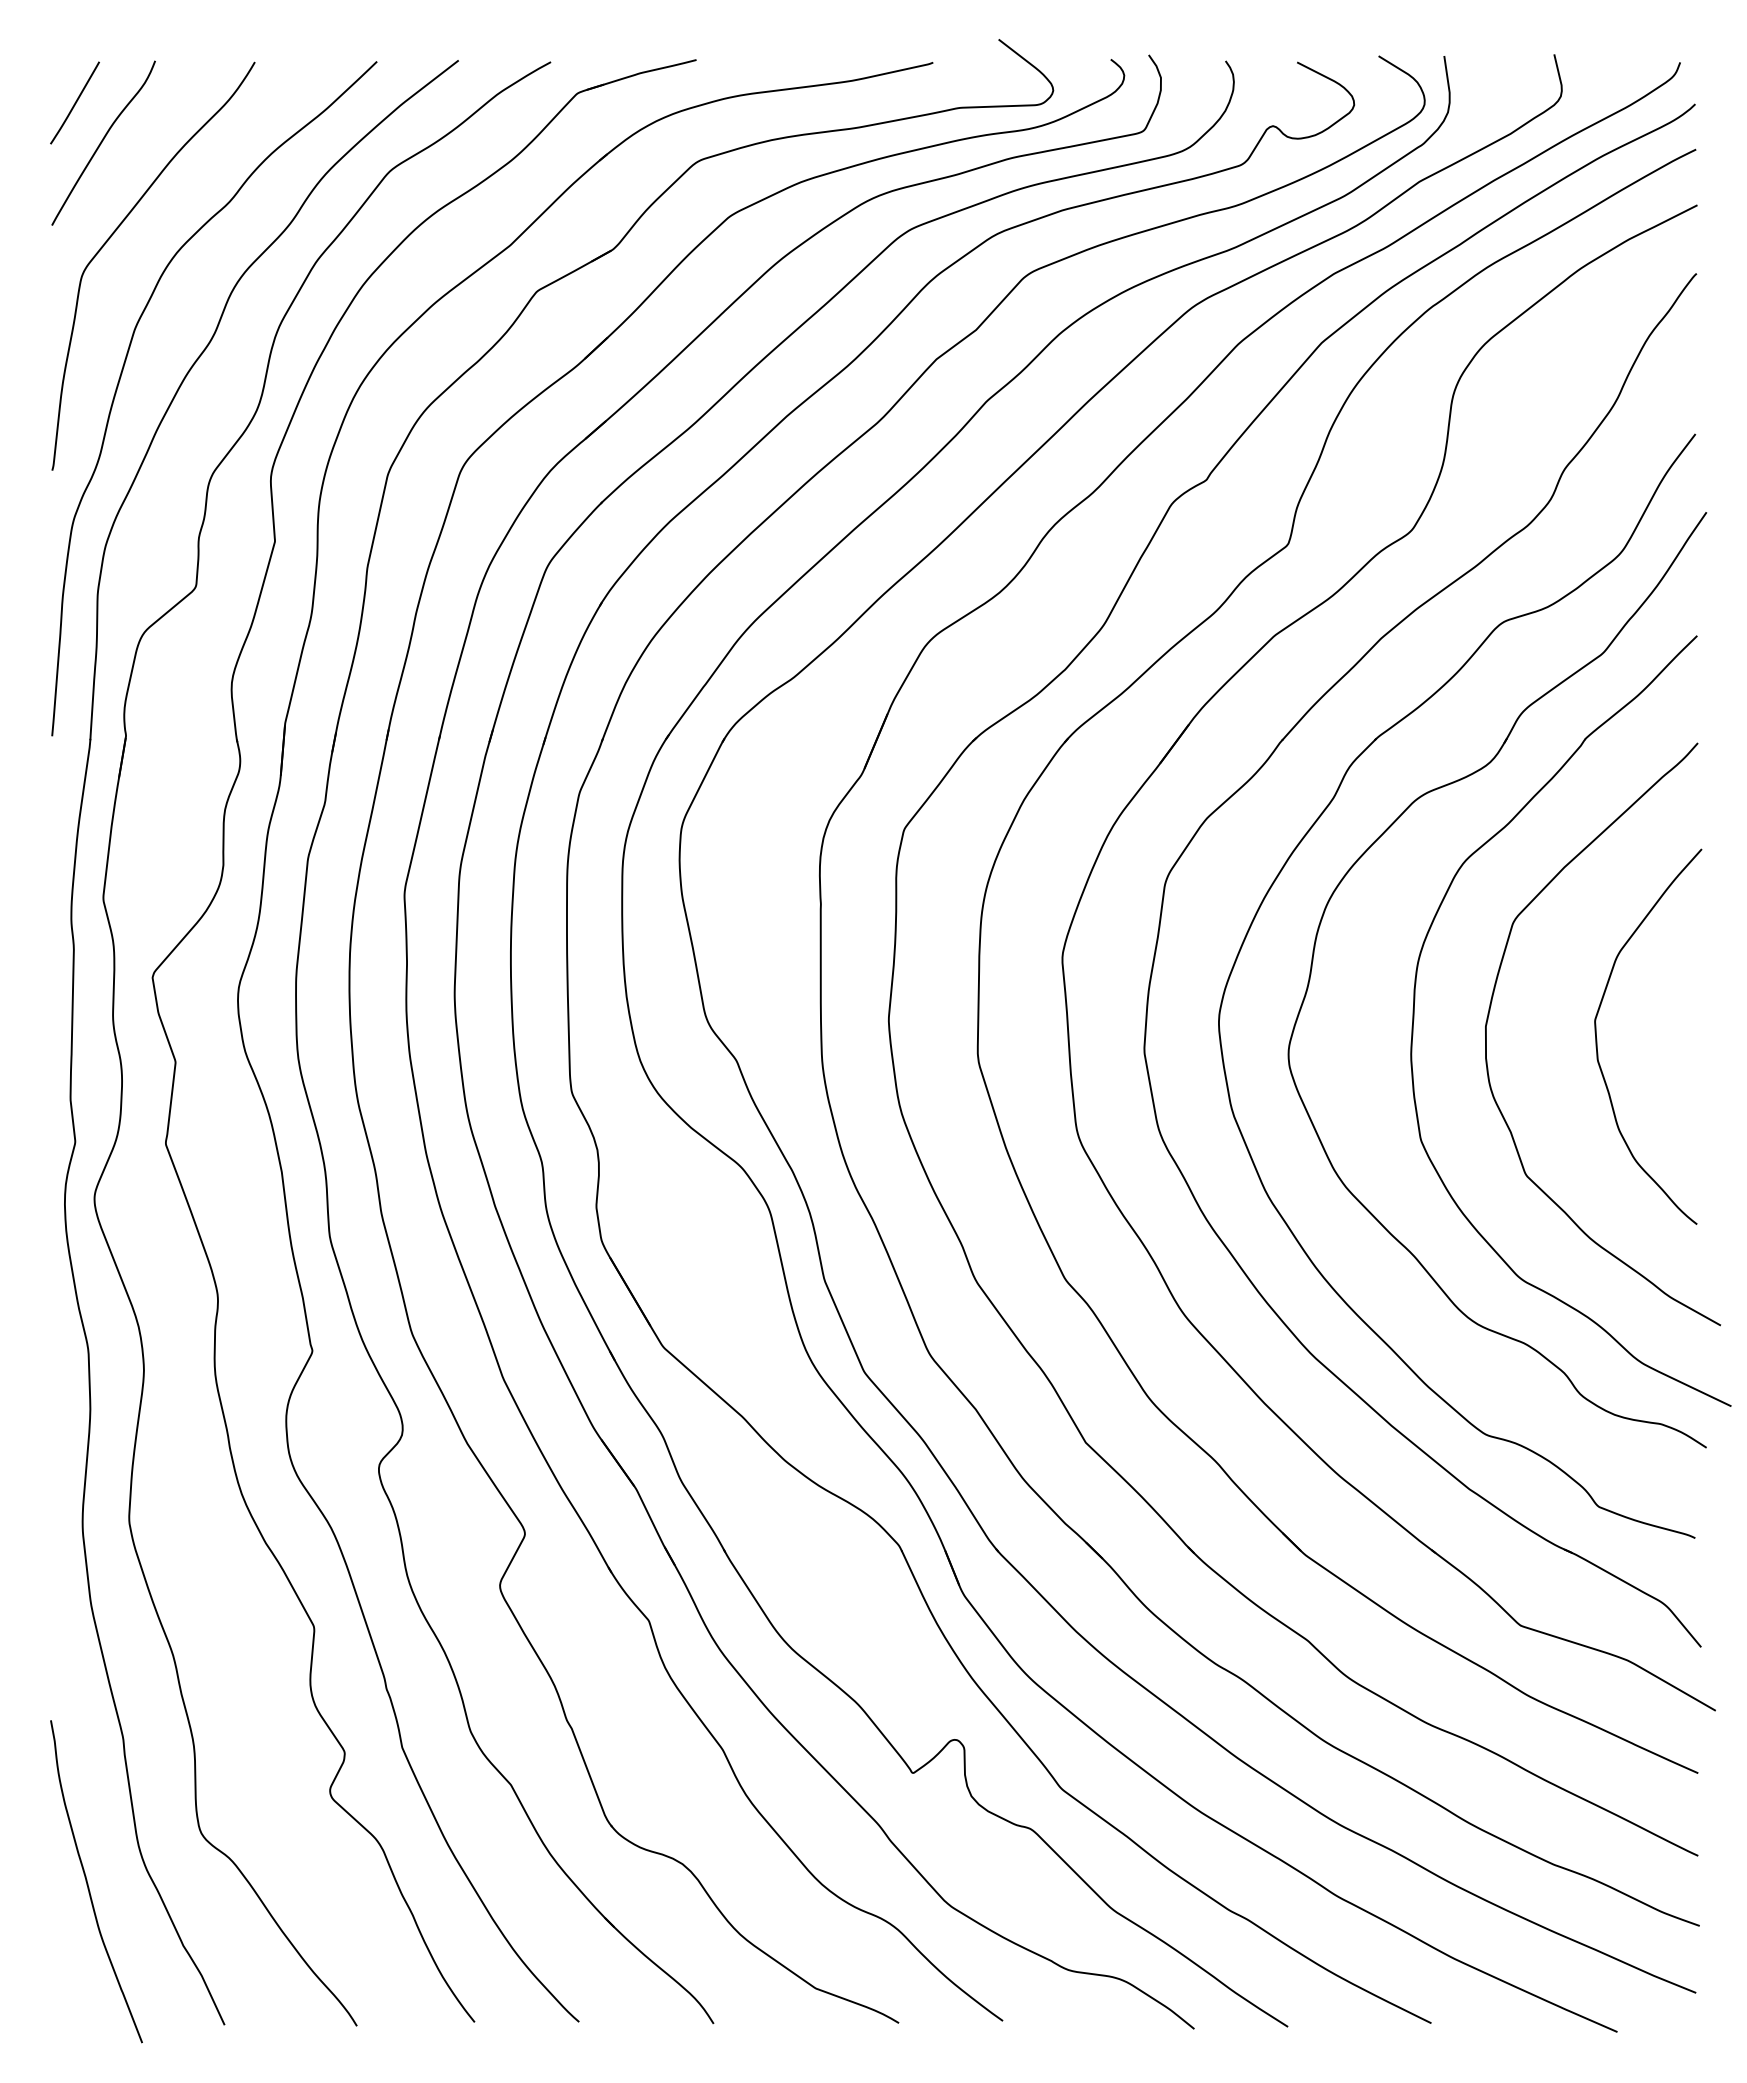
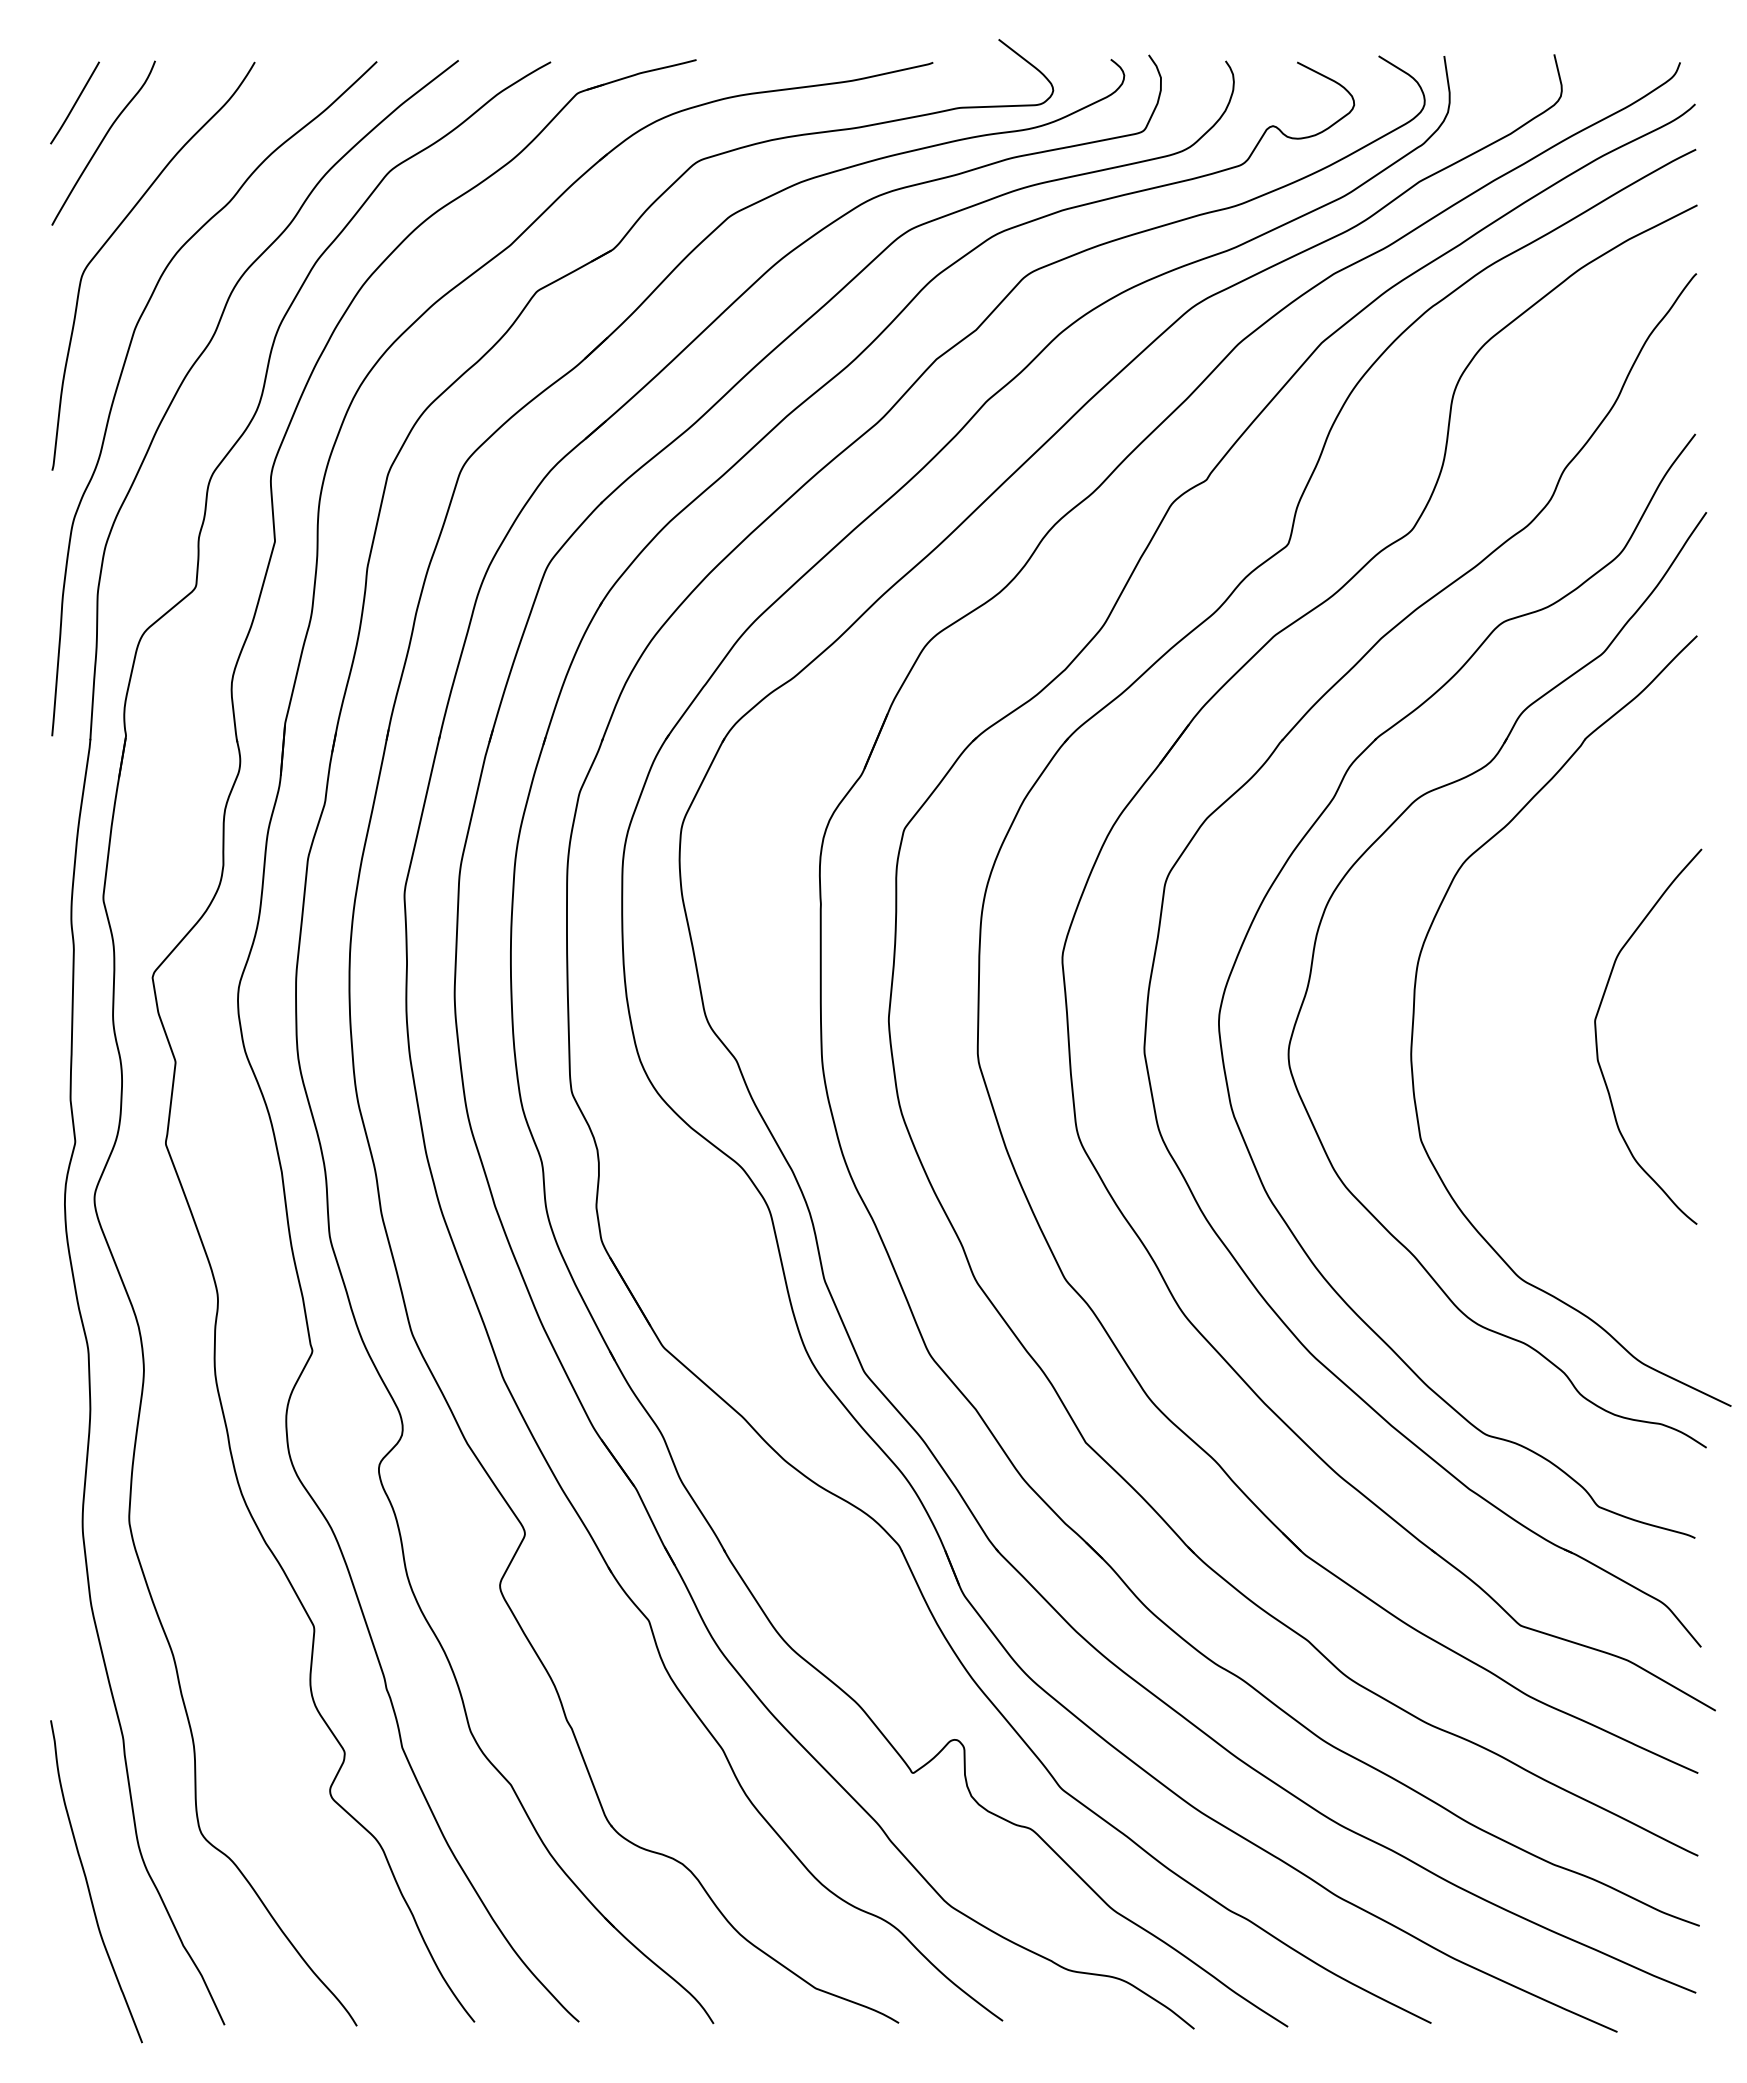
curve at (1491, 1006): present -> none
